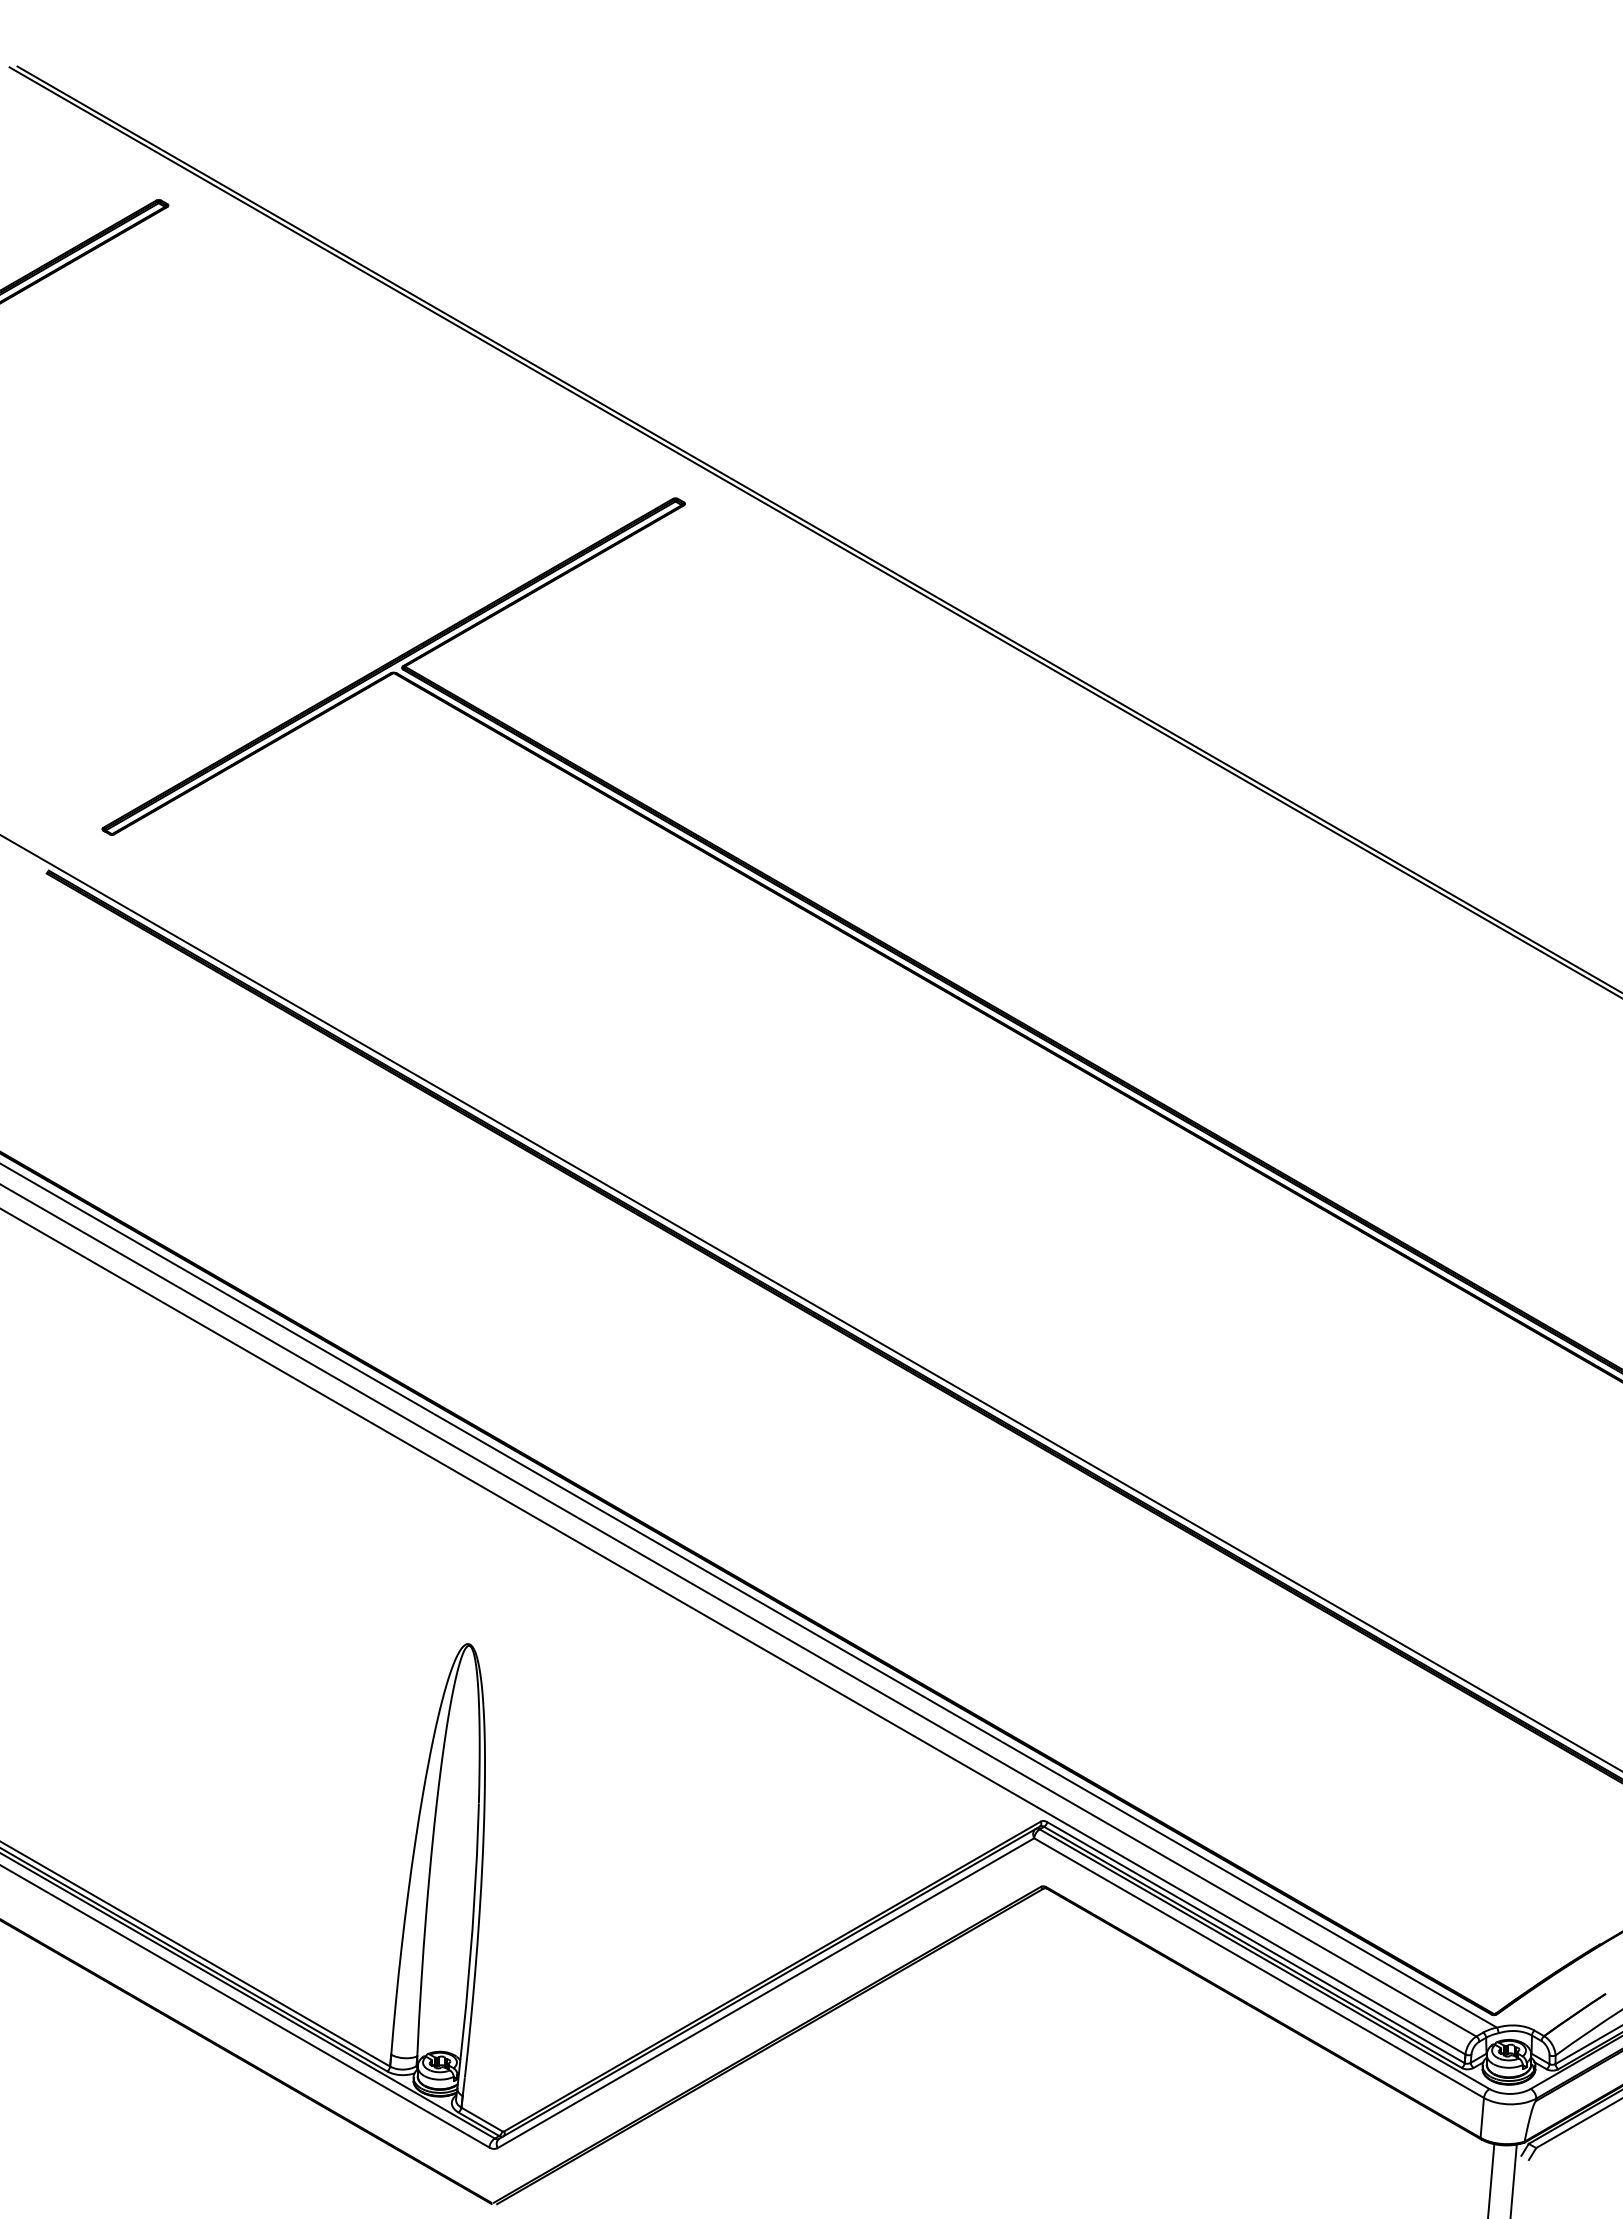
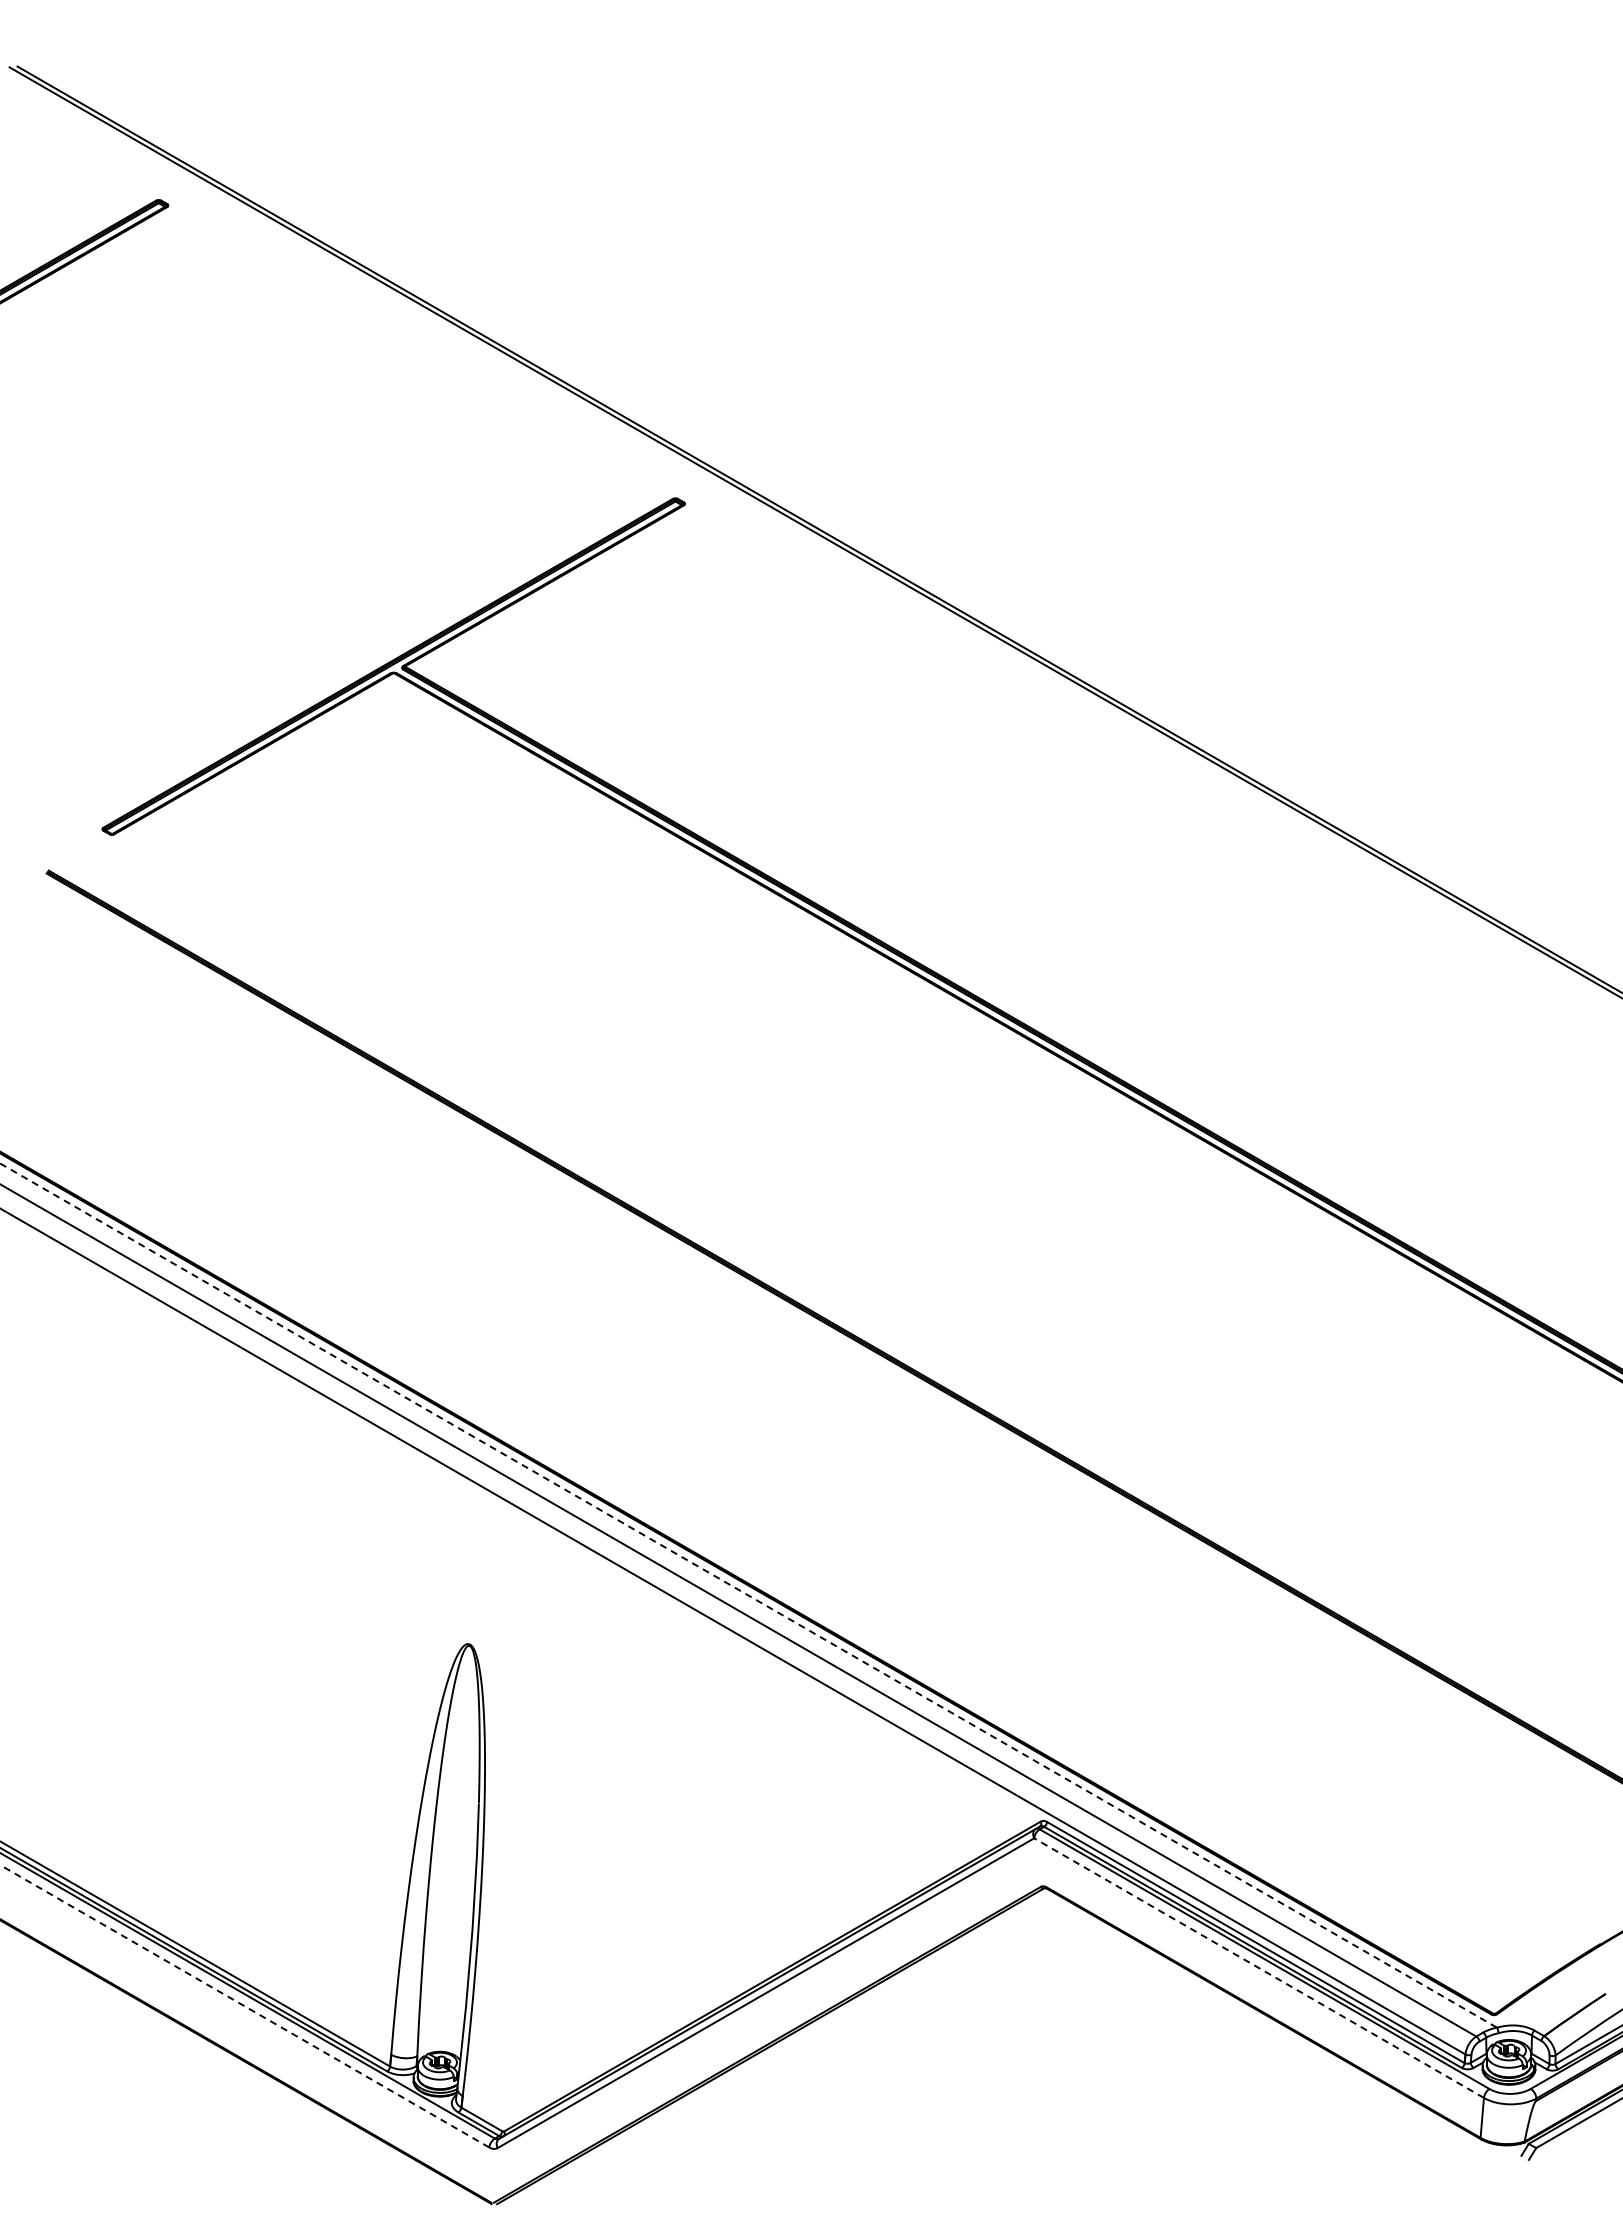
line at (810, 1302): present -> none
line at (748, 1595): solid -> dashed
line at (1259, 1968): solid -> dashed
line at (244, 2006): solid -> dashed
line at (1491, 2179): present -> none
line at (1513, 2179): present -> none
